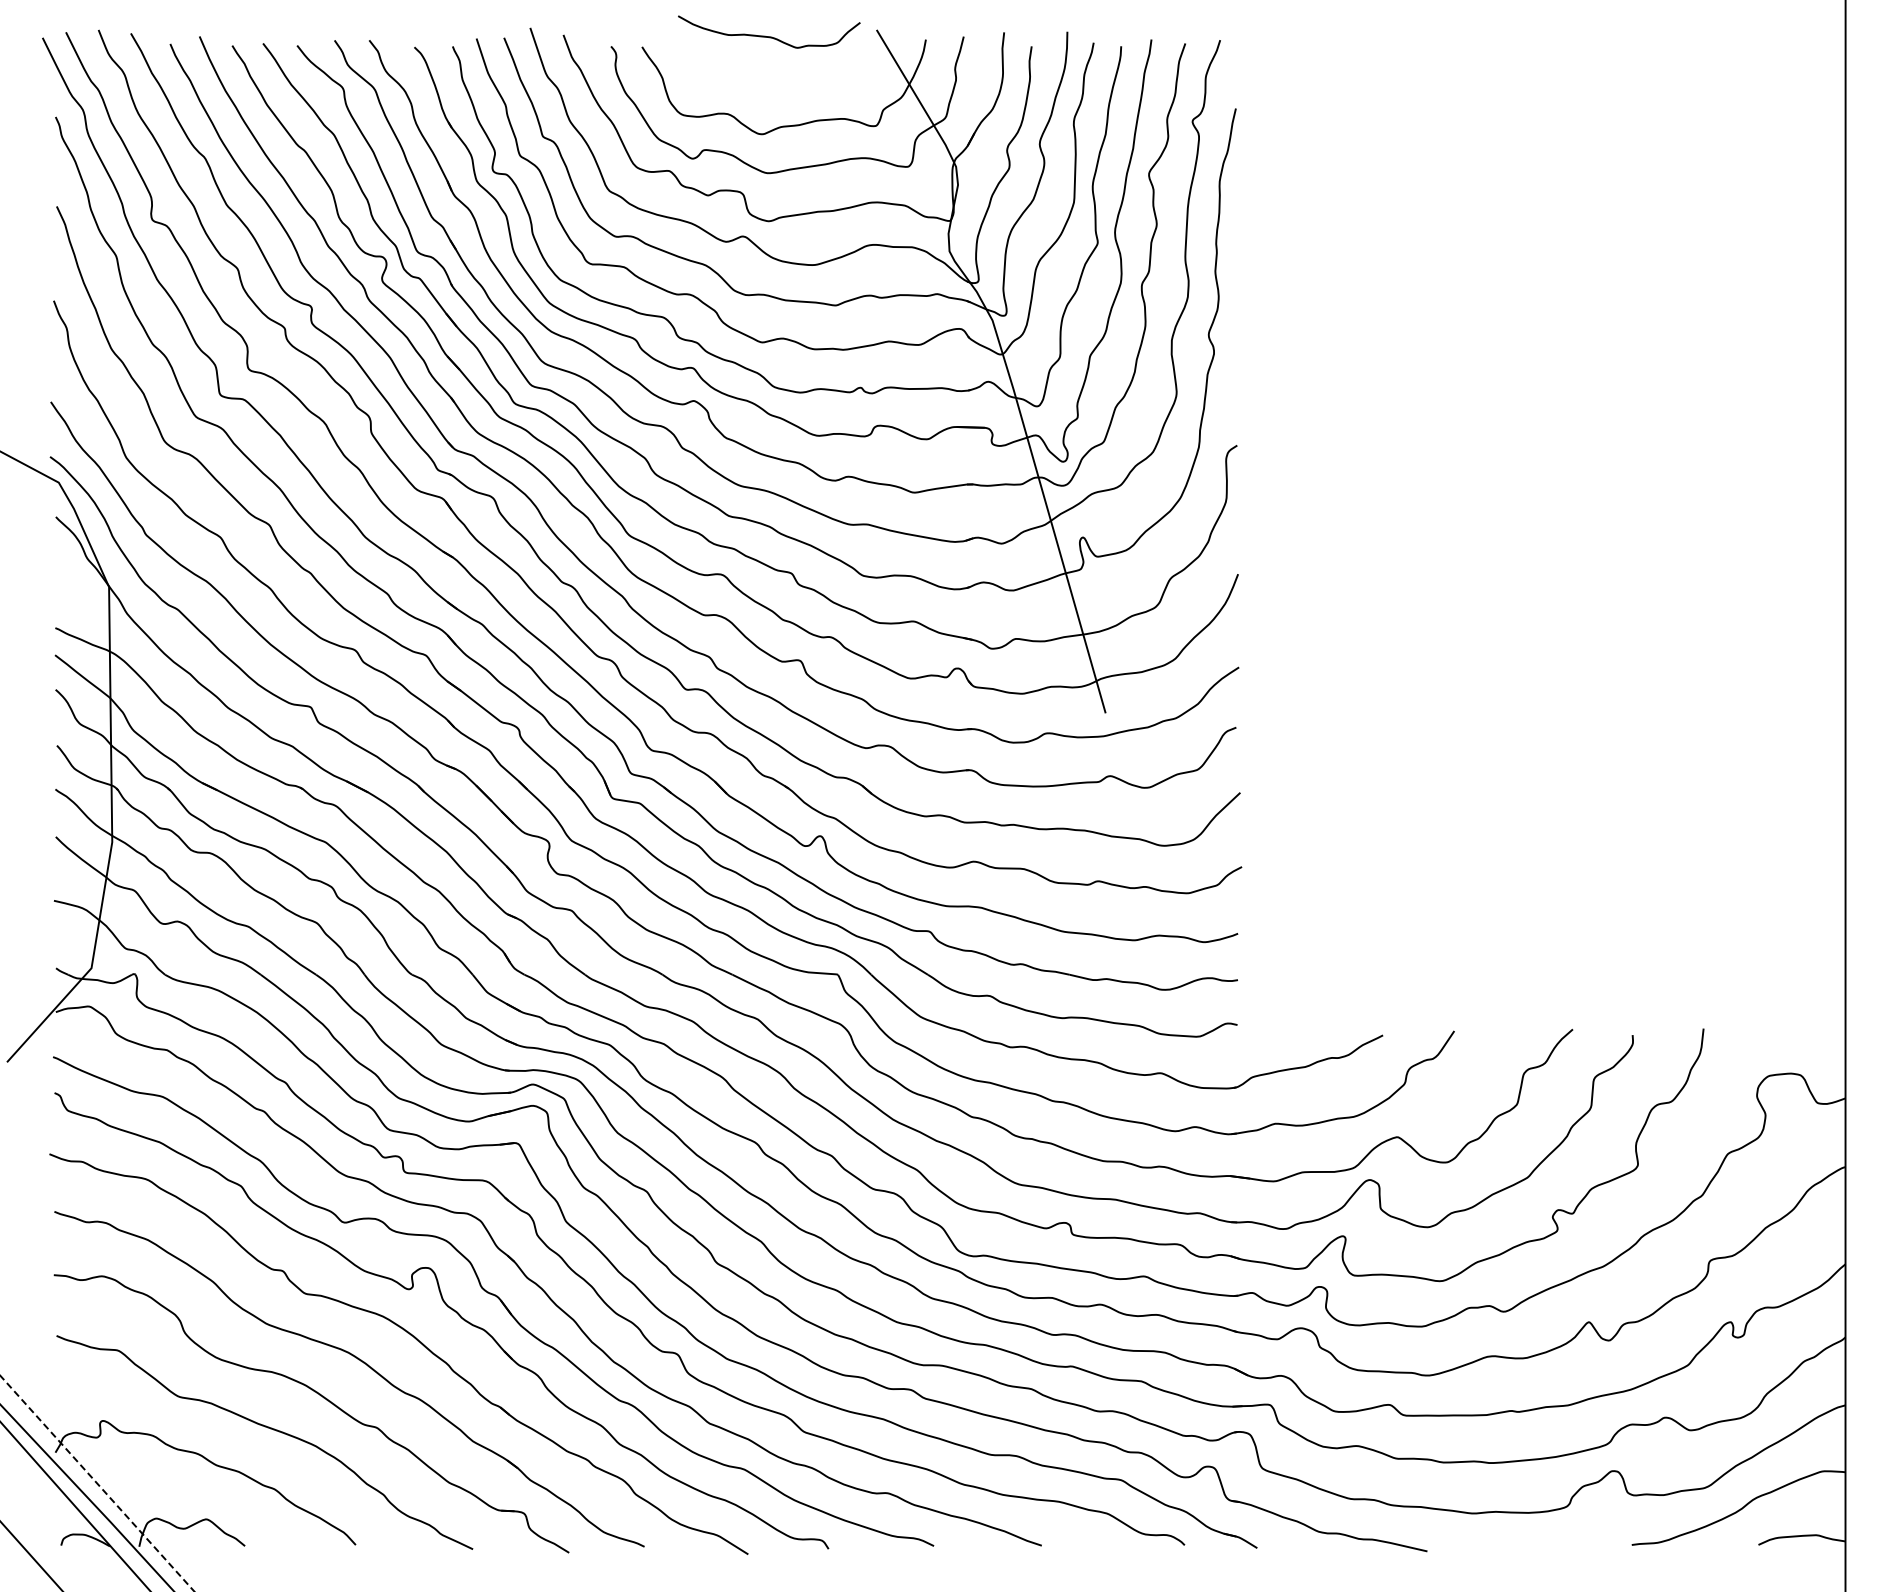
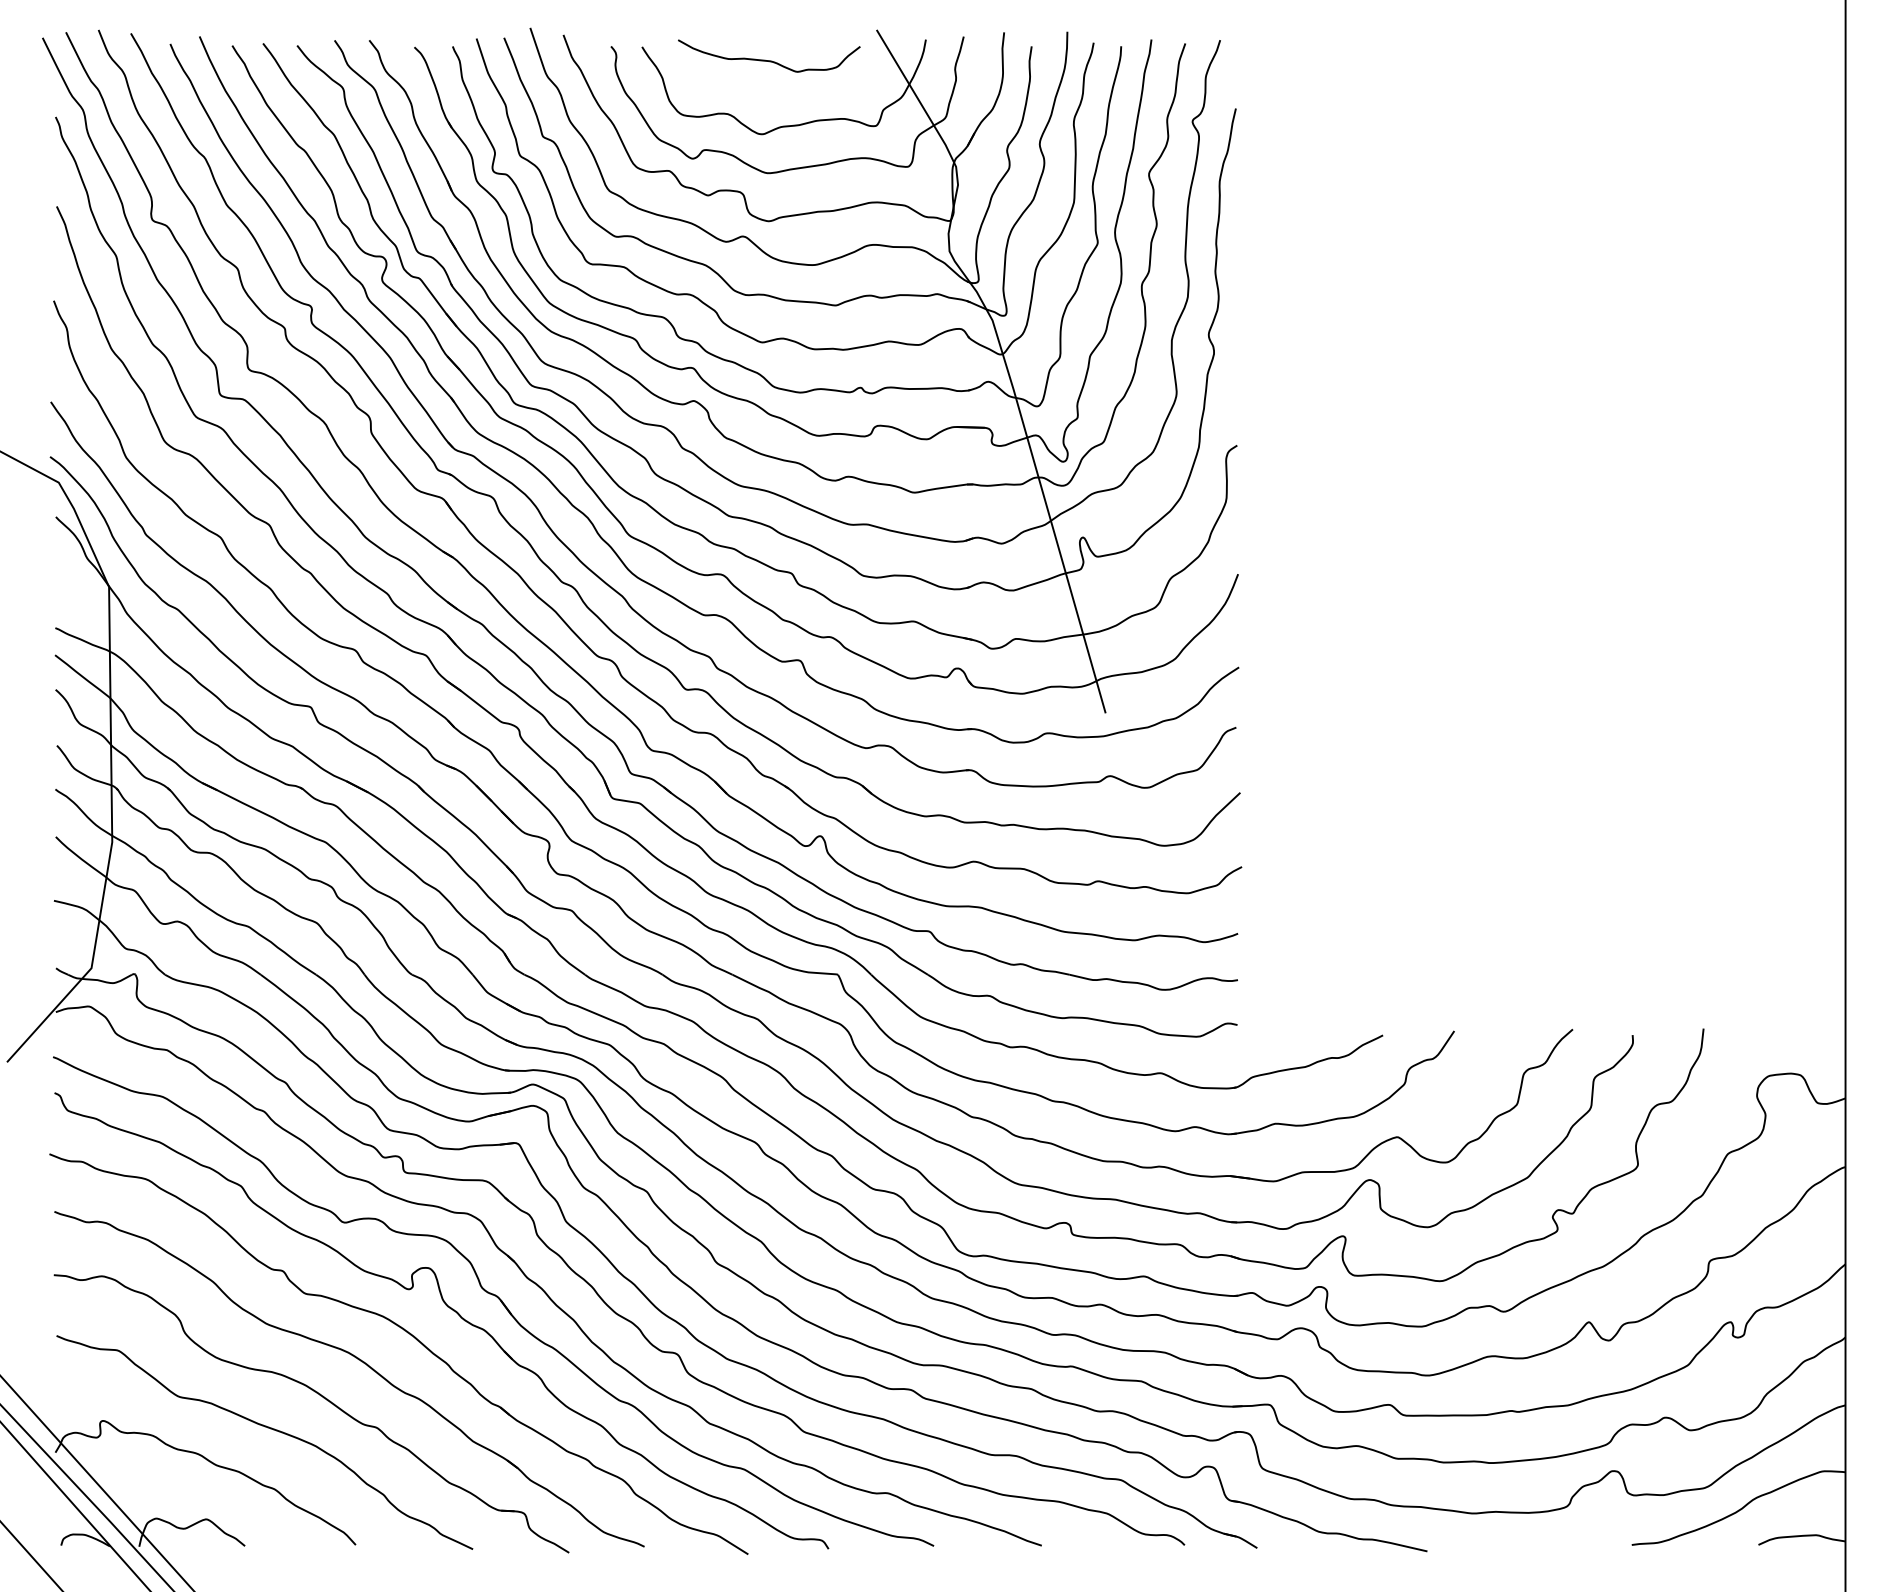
curve at (769, 36) position: (769, 36) -> (769, 60)
line at (97, 1483): dashed -> solid
